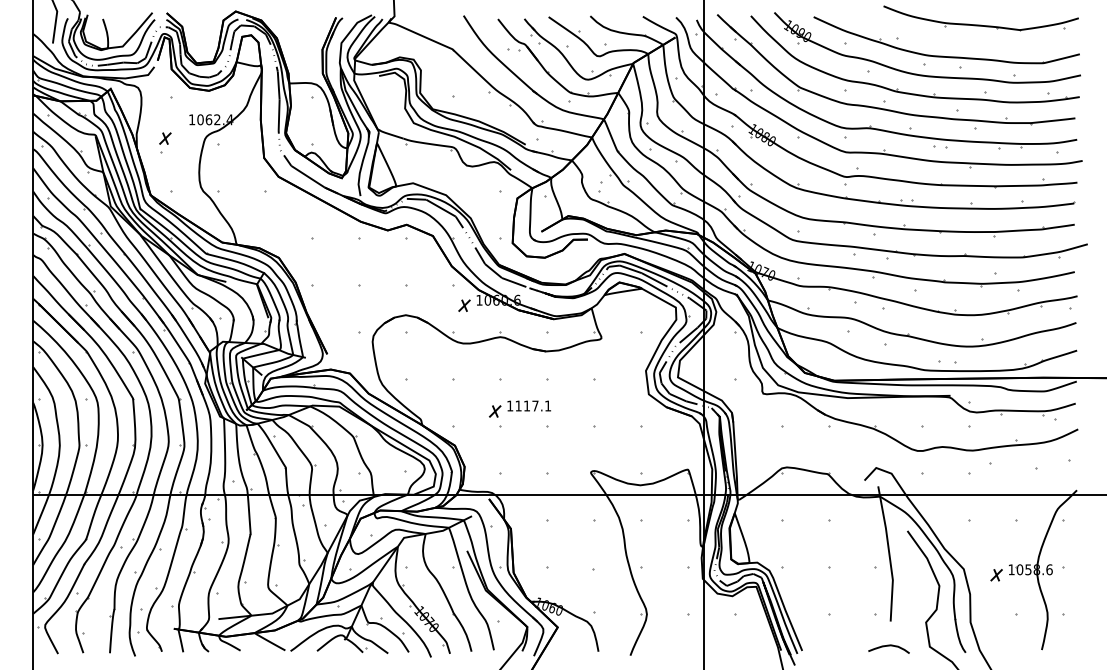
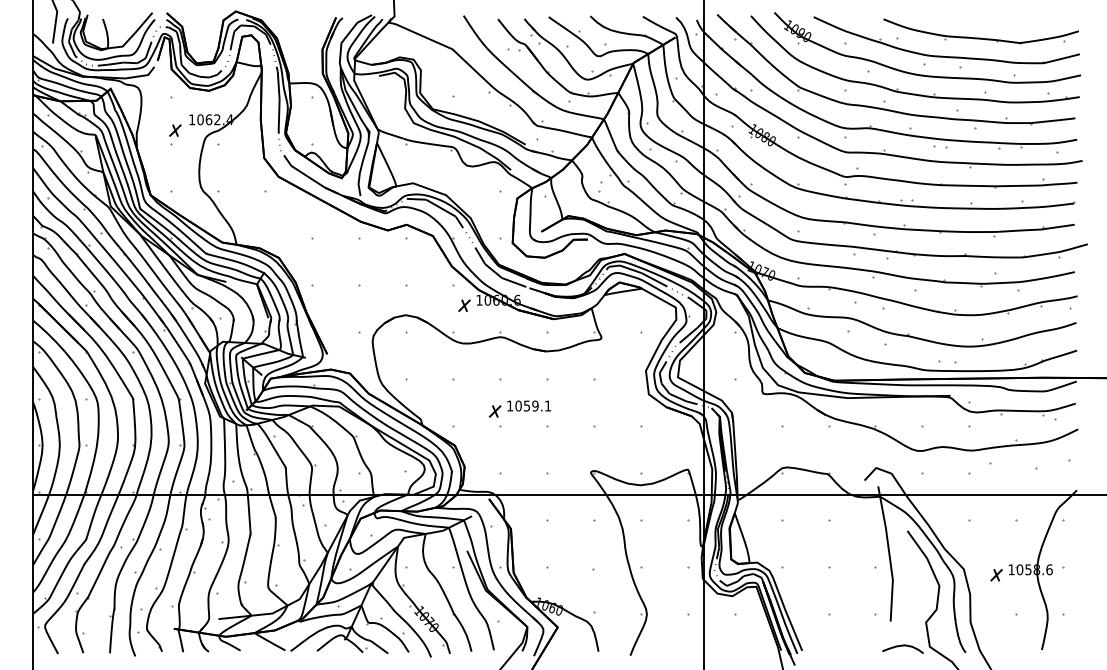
part at (980, 18) position: (980, 18) -> (980, 31)
part at (165, 142) position: (165, 142) -> (175, 134)
text at (526, 405): 1117.1 -> 1059.1
curve at (888, 646) position: (888, 646) -> (902, 646)
